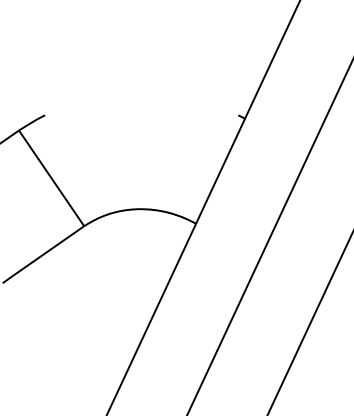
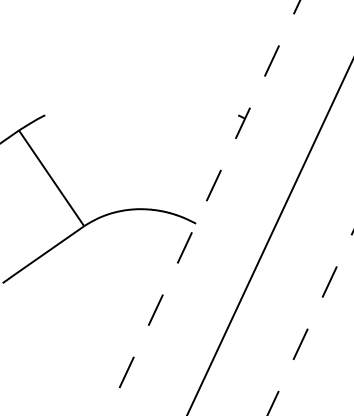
line at (203, 207): solid -> dashed
line at (310, 322): solid -> dashed
